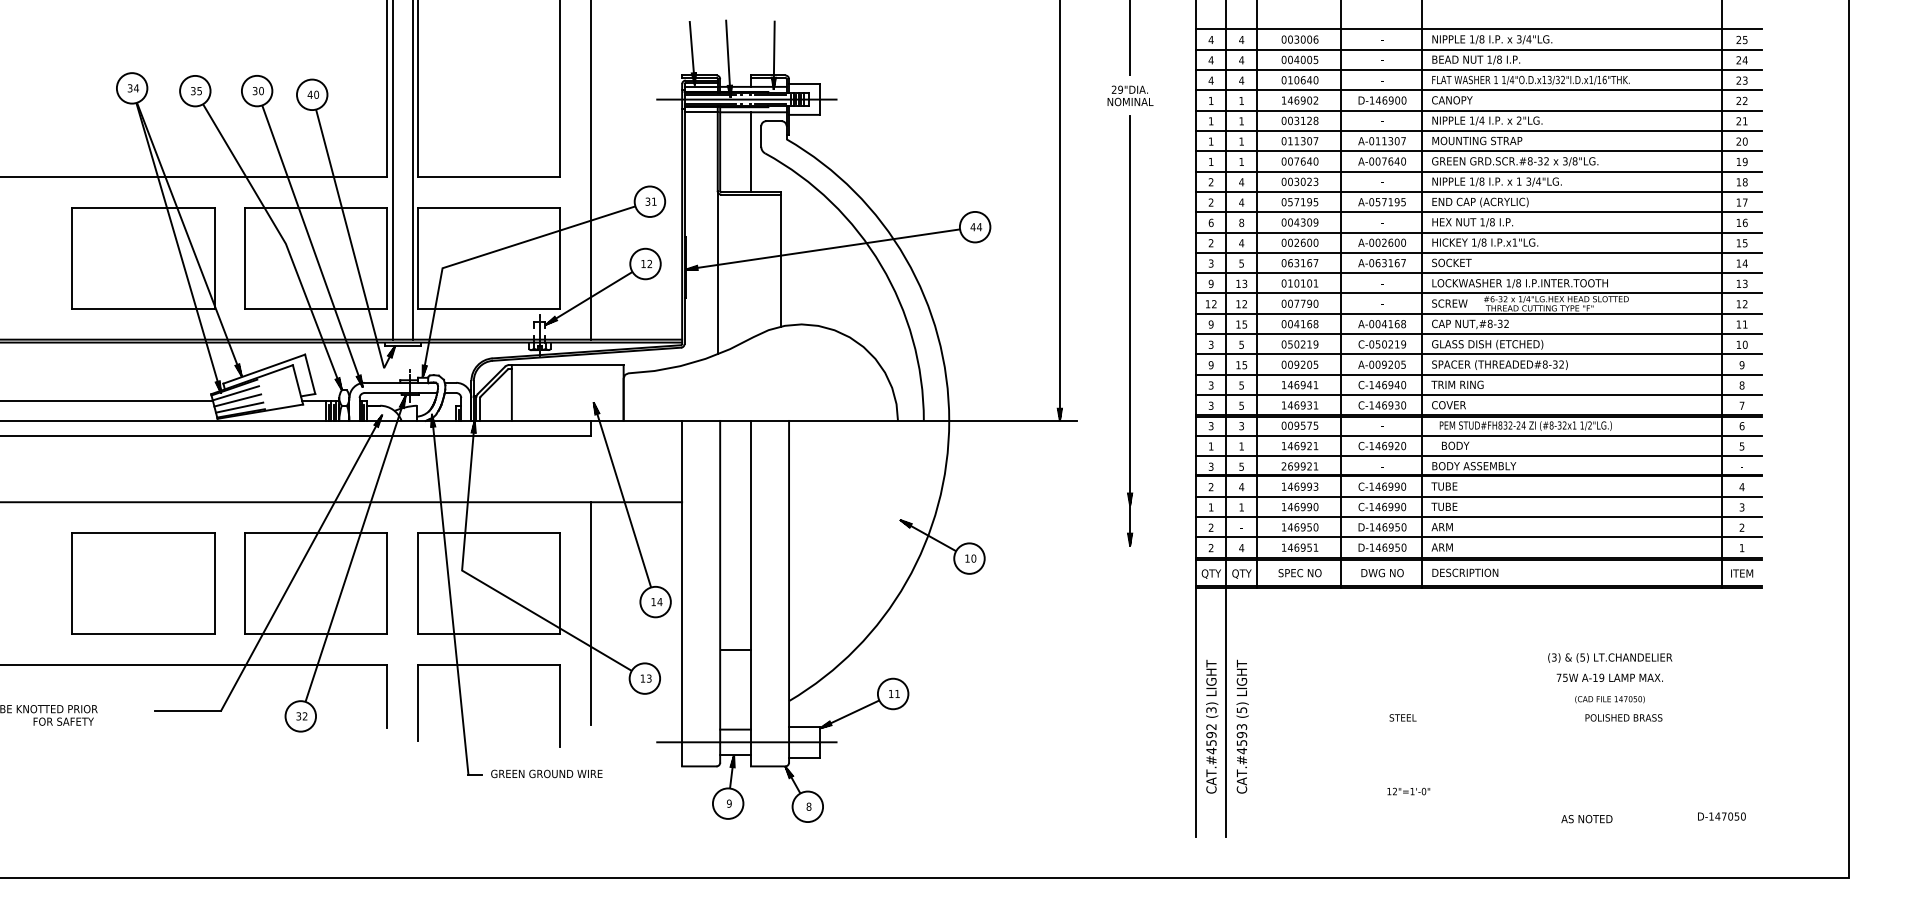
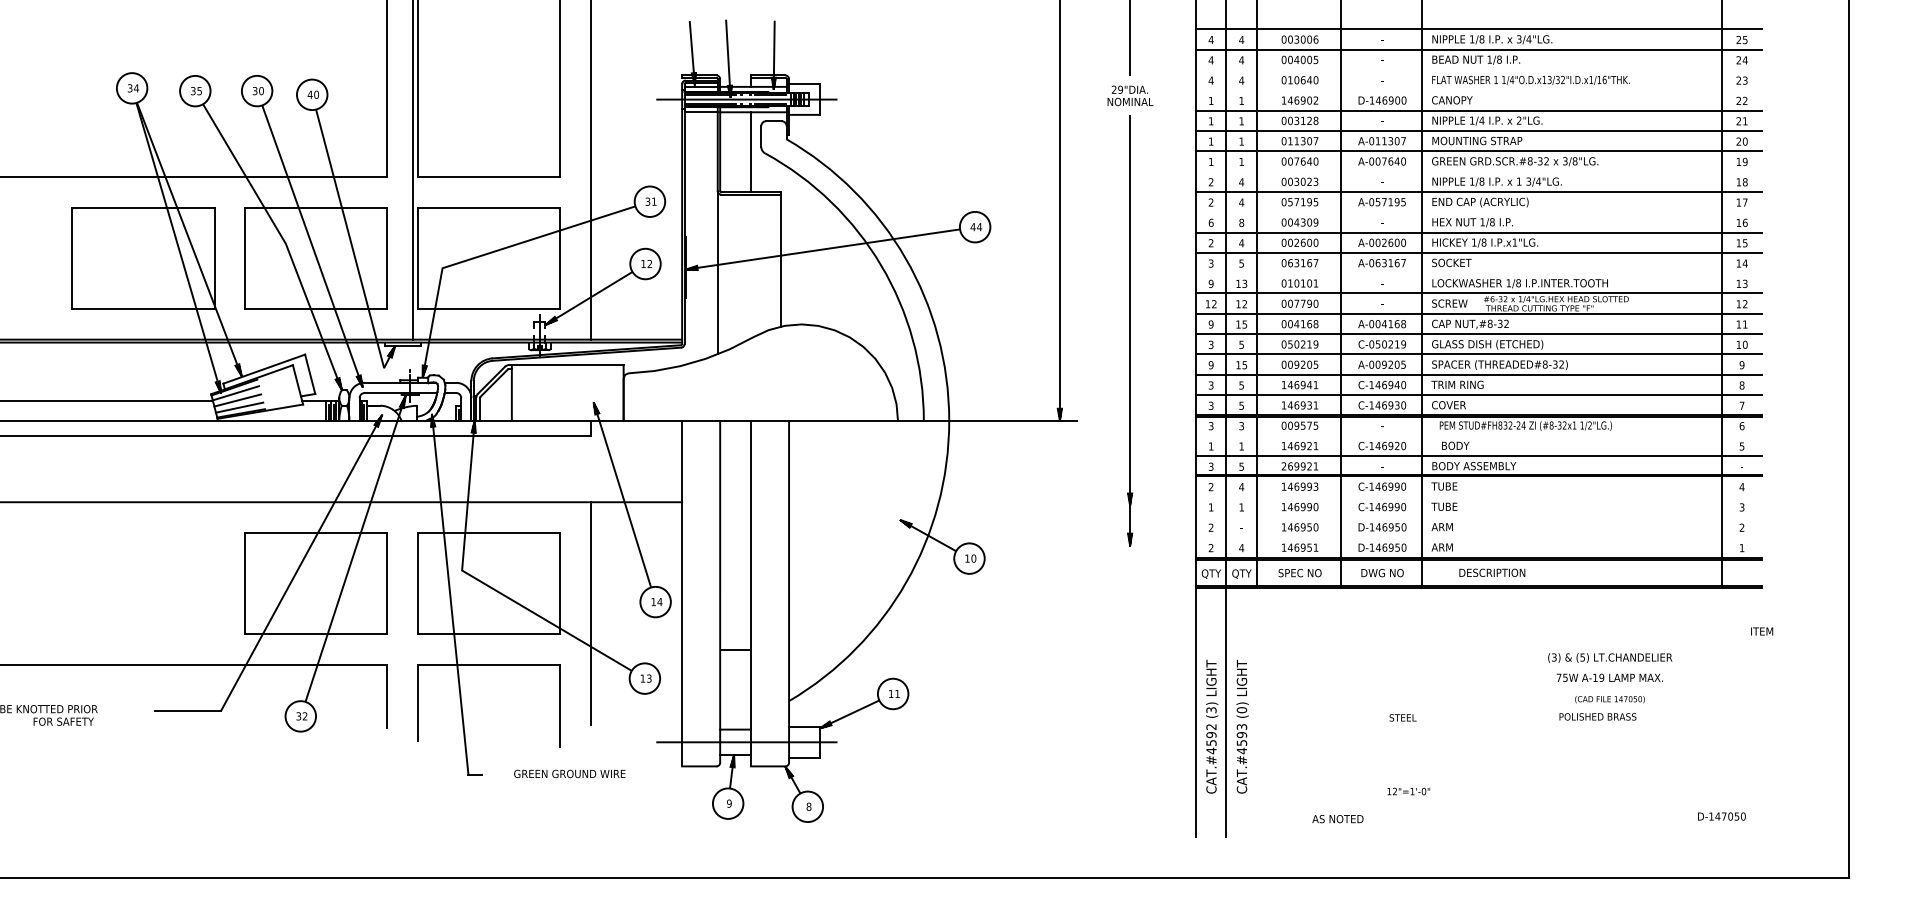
line at (1478, 69): present -> none
line at (1478, 90): present -> none
line at (392, 170): present -> none
line at (1478, 171): present -> none
line at (1478, 212): present -> none
line at (1478, 273): present -> none
line at (1478, 435): present -> none
line at (1478, 496): present -> none
line at (1478, 517): present -> none
line at (1478, 537): present -> none
text at (1465, 572) position: (1465, 572) -> (1492, 572)
text at (1742, 573) position: (1742, 573) -> (1762, 631)
part at (143, 583): present -> none
text at (1241, 710): (5) -> (0)
text at (1623, 717) position: (1623, 717) -> (1597, 716)
text at (546, 773) position: (546, 773) -> (569, 773)
text at (1586, 819) position: (1586, 819) -> (1337, 819)
